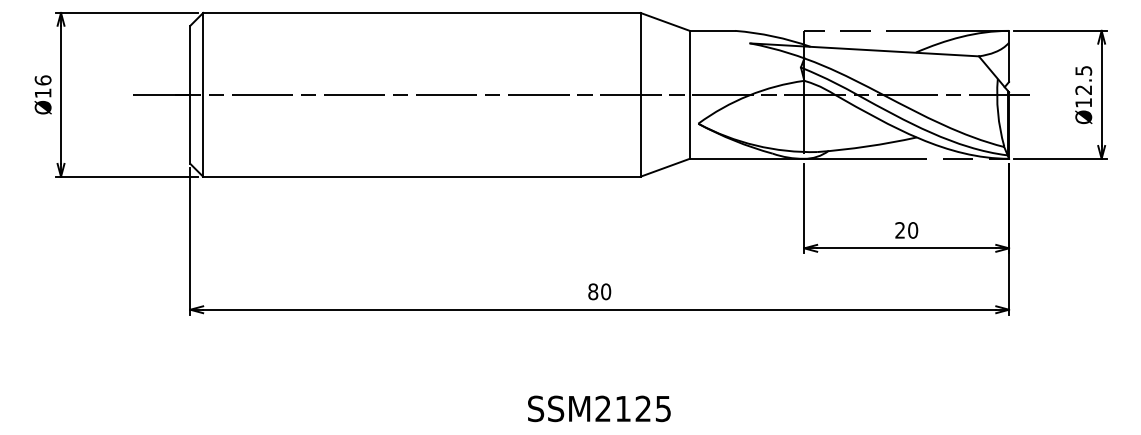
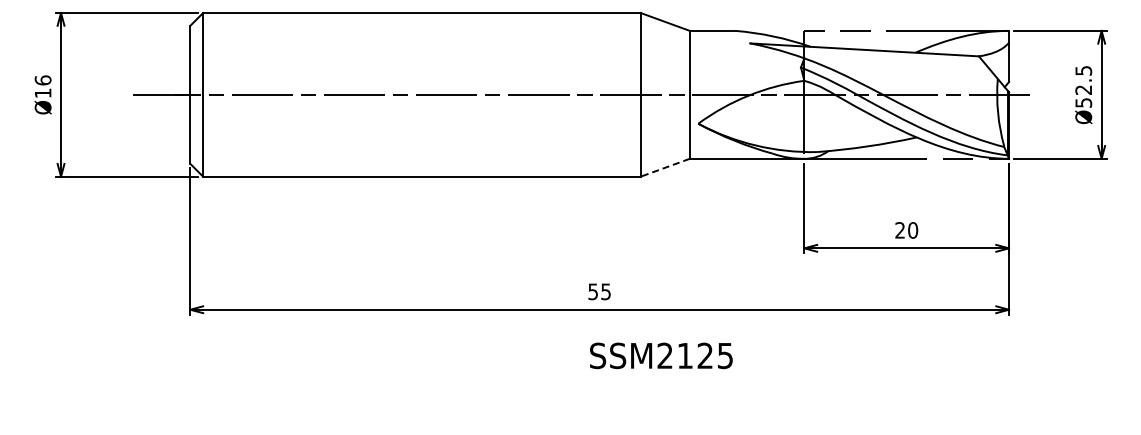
text at (1083, 102): Ø12.5 -> Ø52.5
line at (664, 167): solid -> dashed
text at (599, 291): 80 -> 55
text at (599, 408) position: (599, 408) -> (661, 355)
